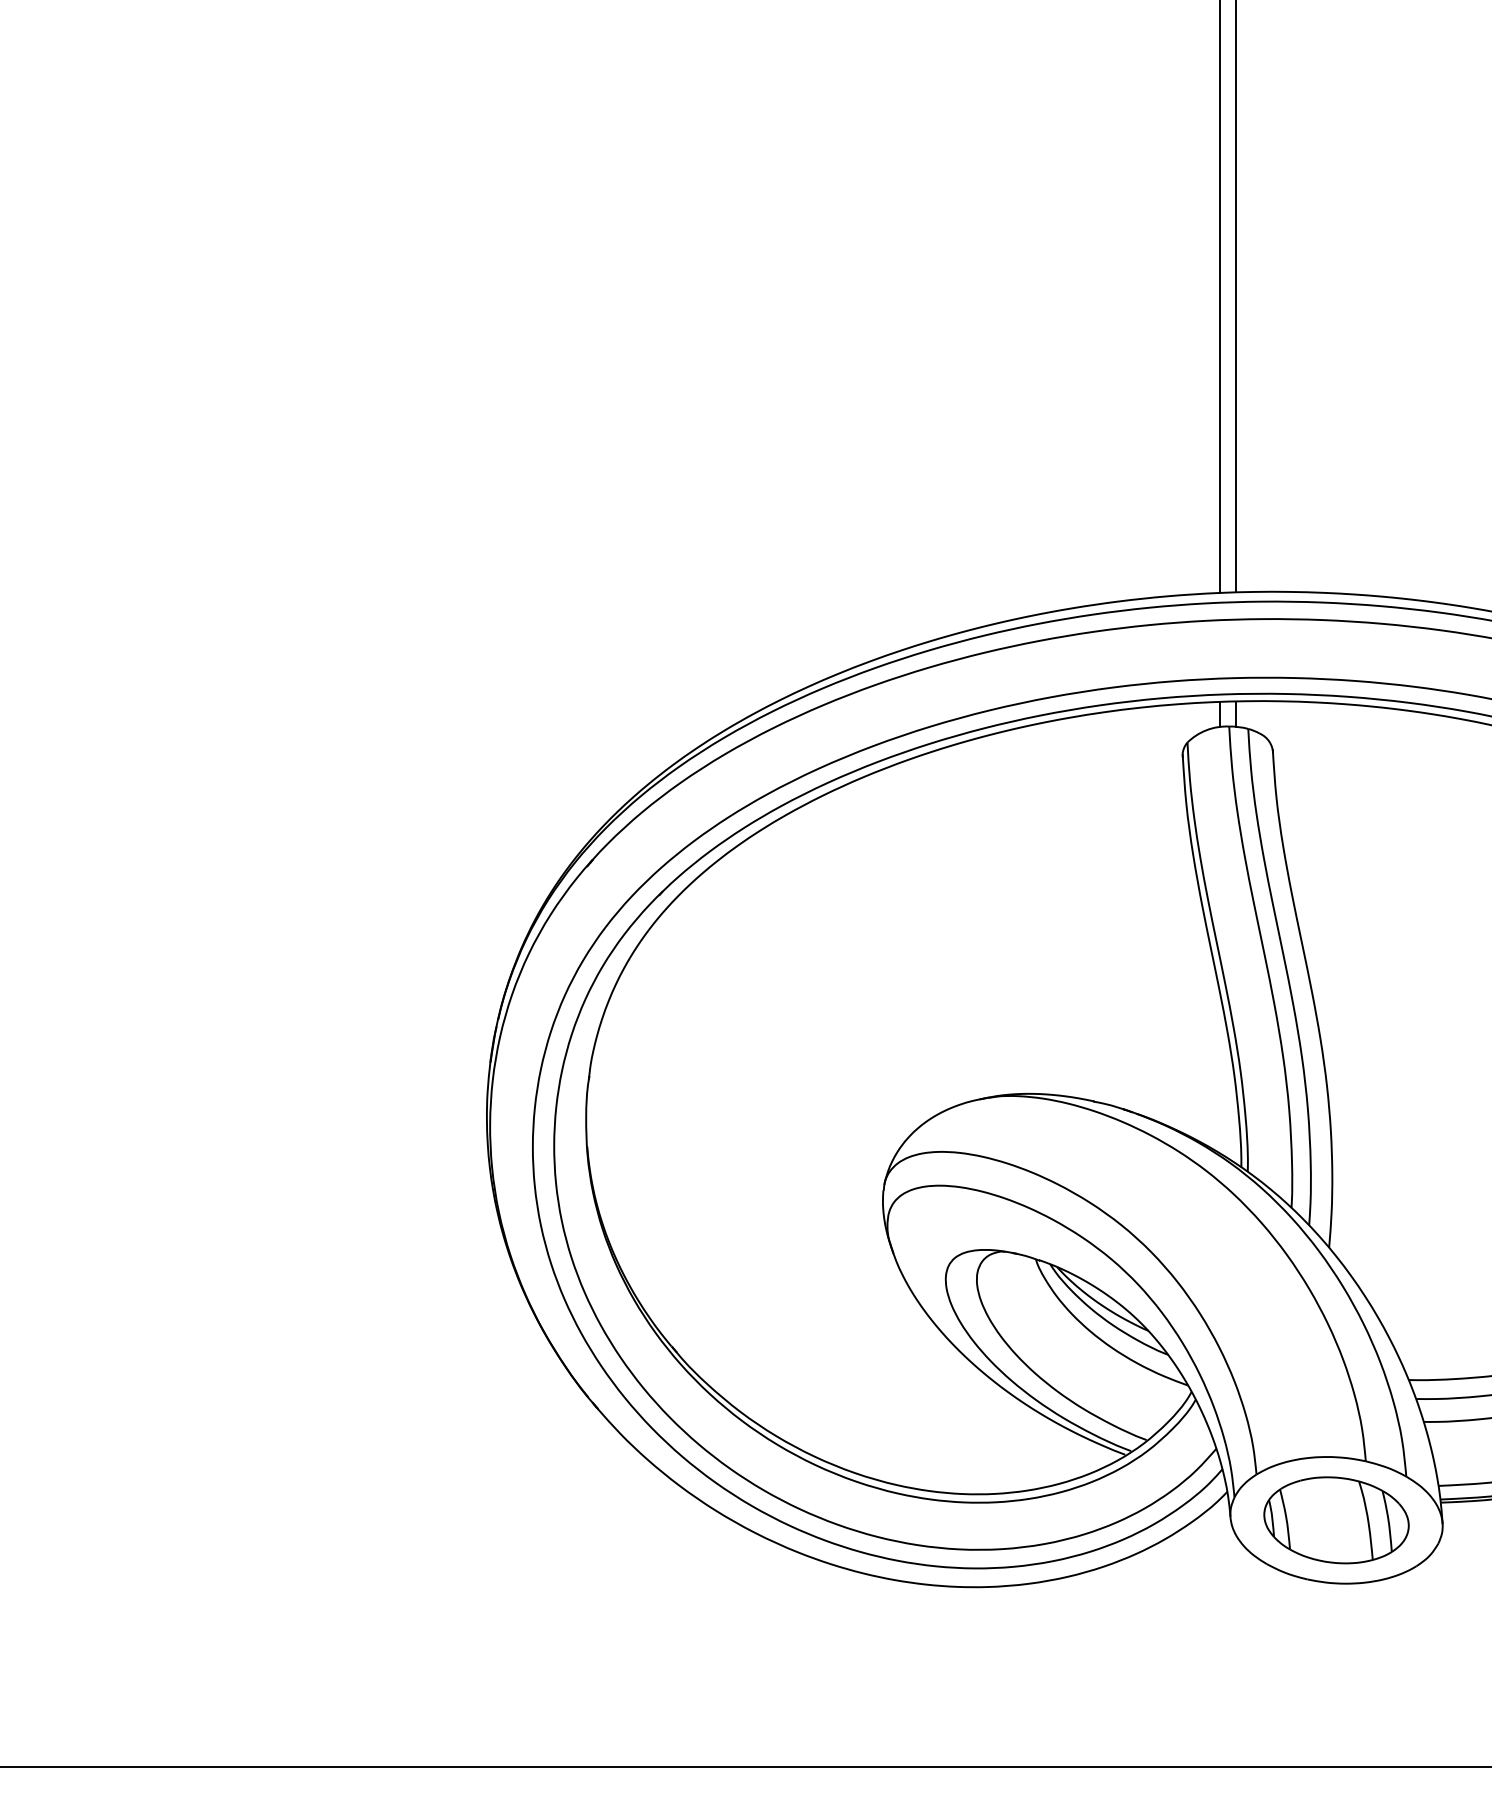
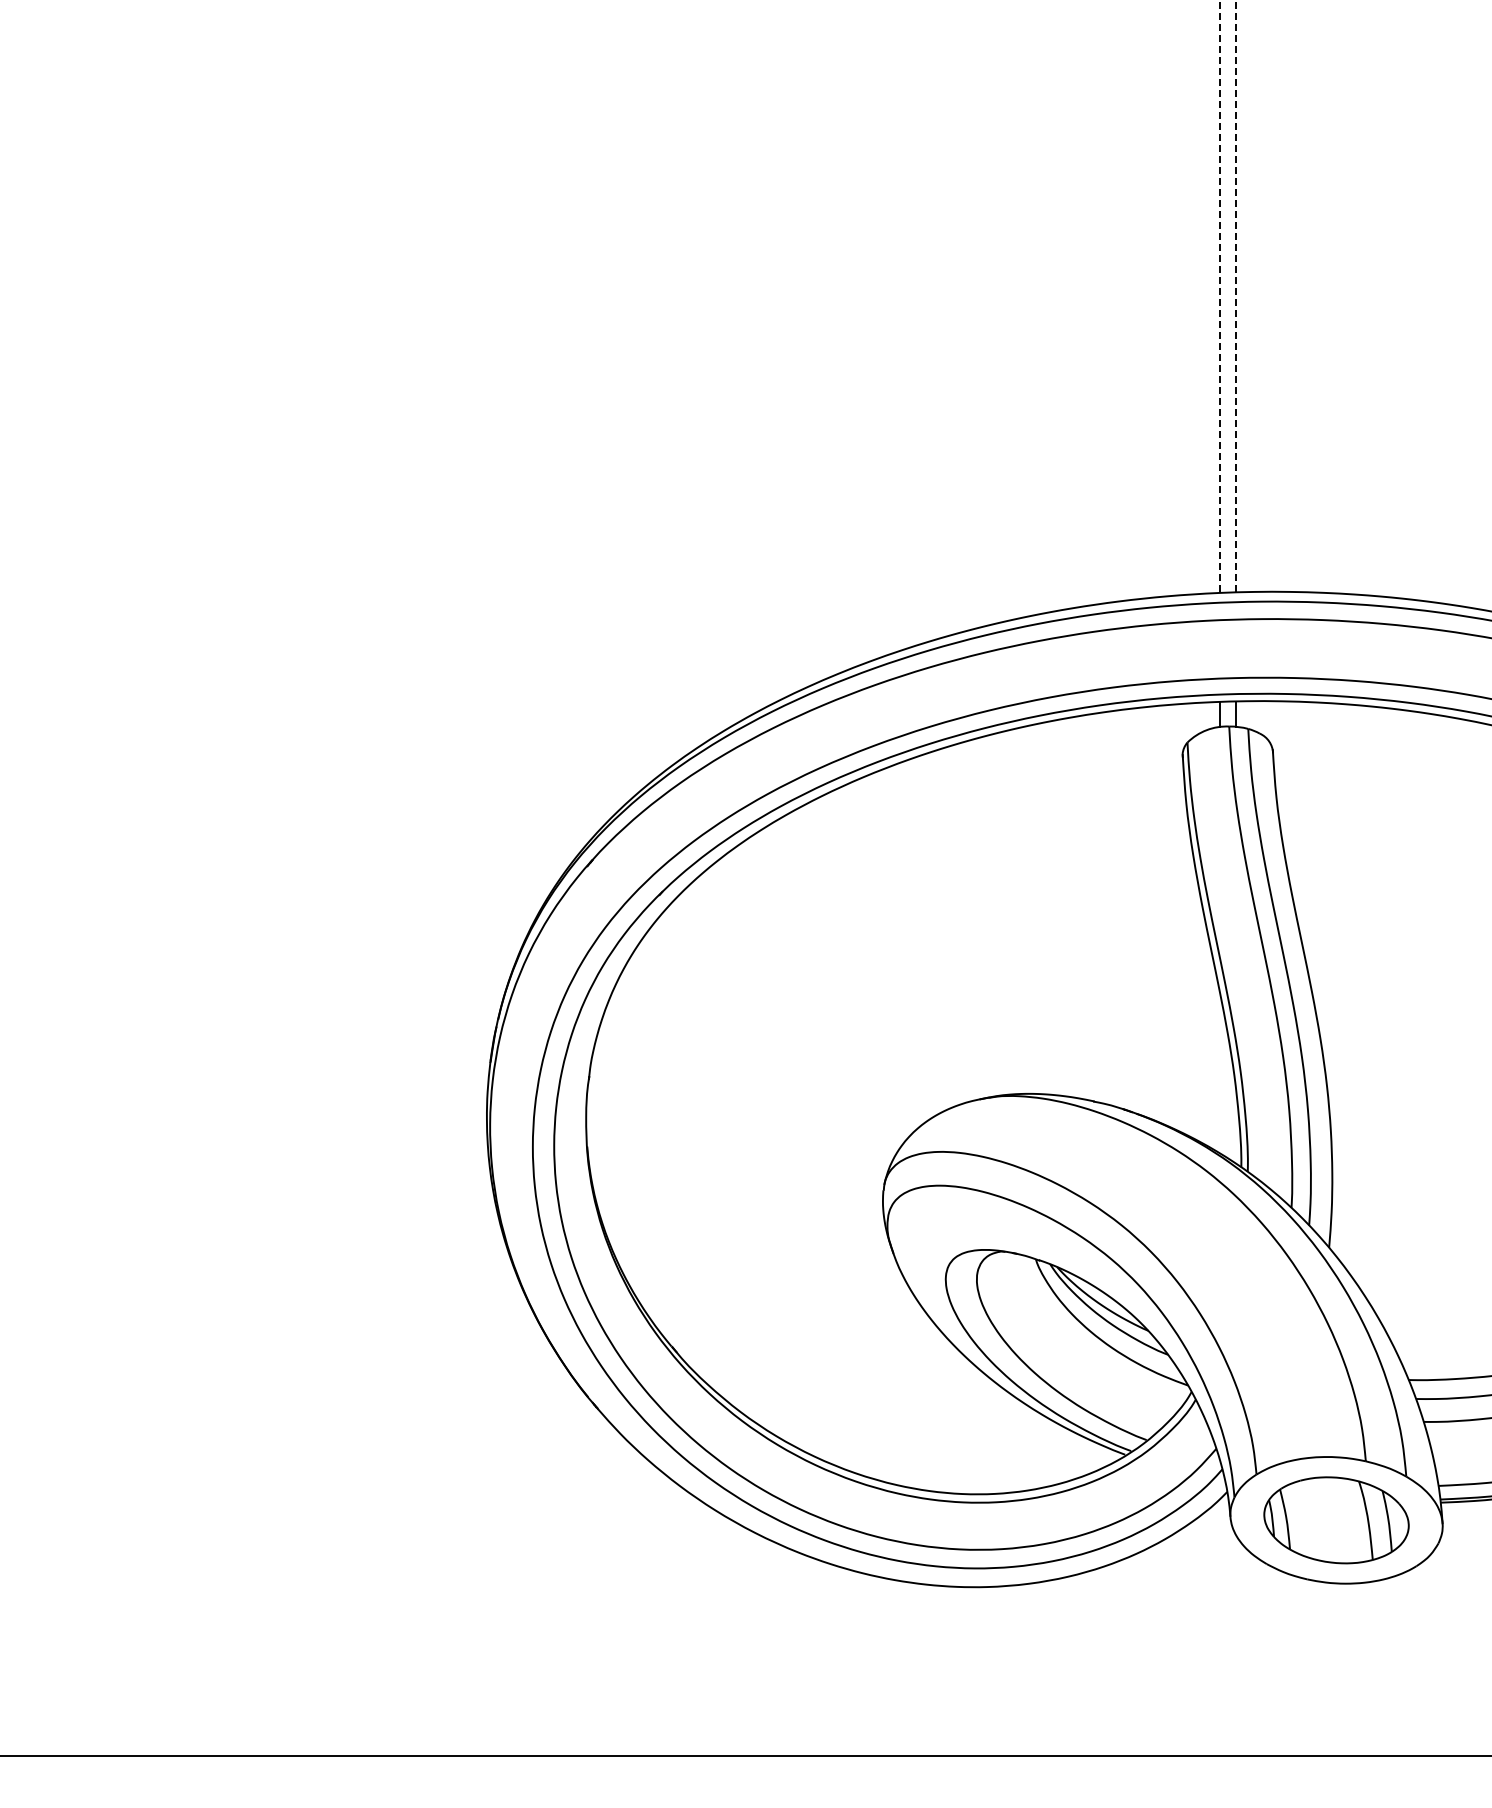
line at (1219, 296): solid -> dashed
line at (1236, 296): solid -> dashed
line at (745, 1767) position: (745, 1767) -> (745, 1756)
